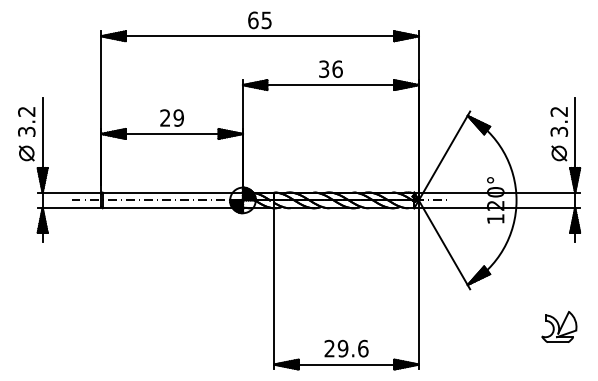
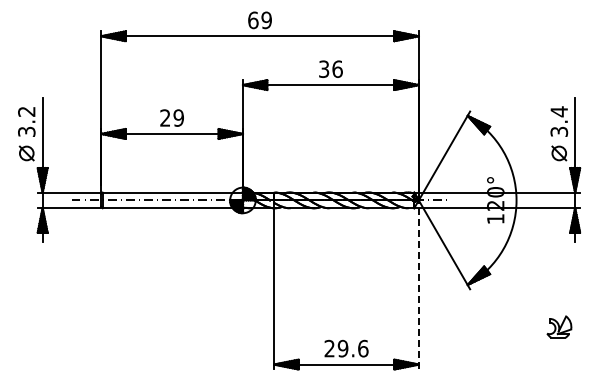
text at (266, 19): 65 -> 69
text at (558, 111): 3.2 -> 3.4
line at (418, 284): solid -> dashed
part at (559, 326) size: 37x32 px -> 27x24 px
